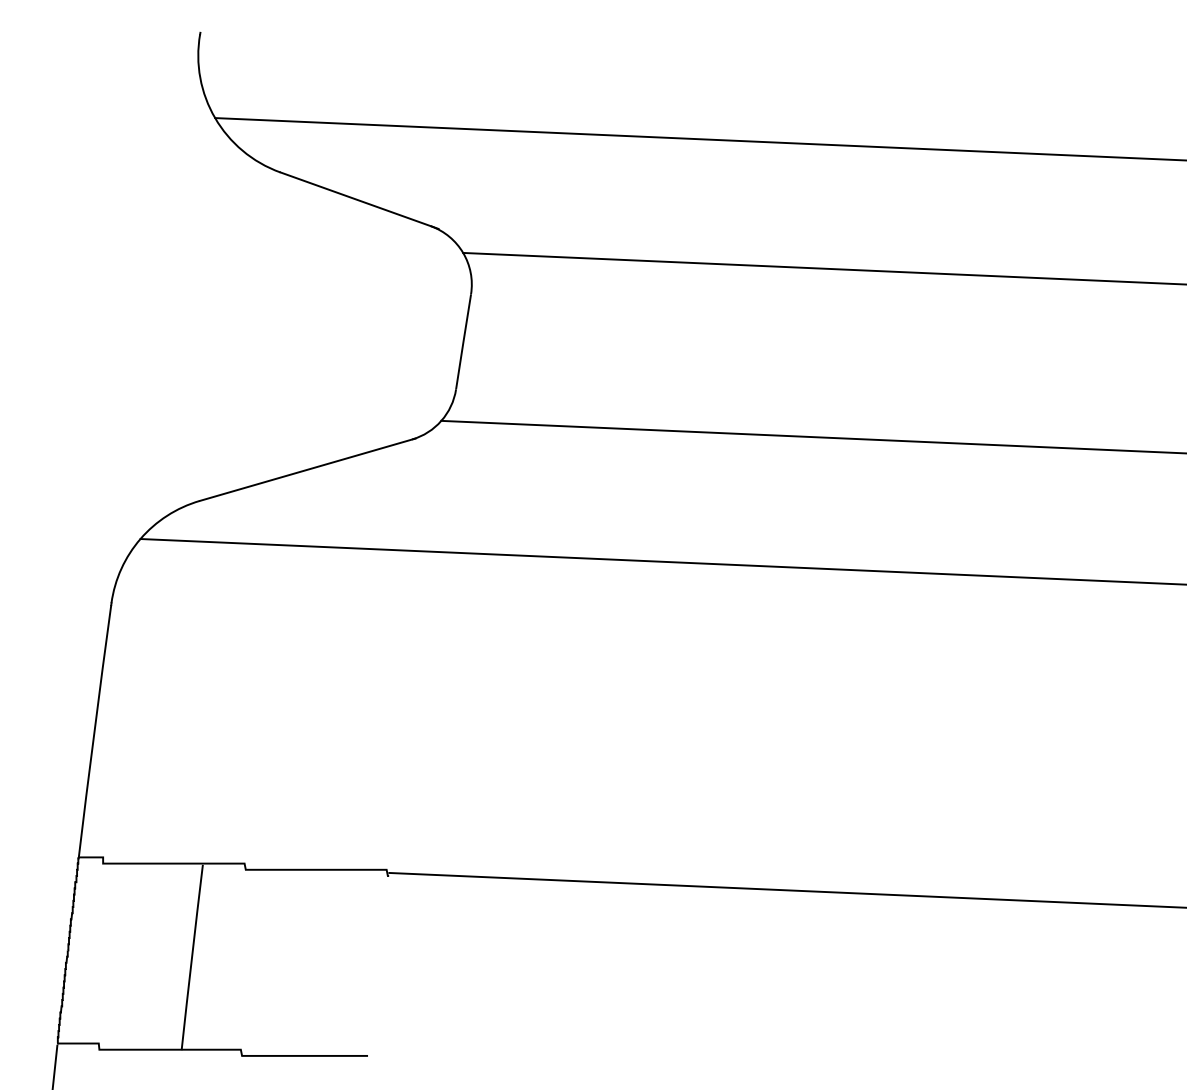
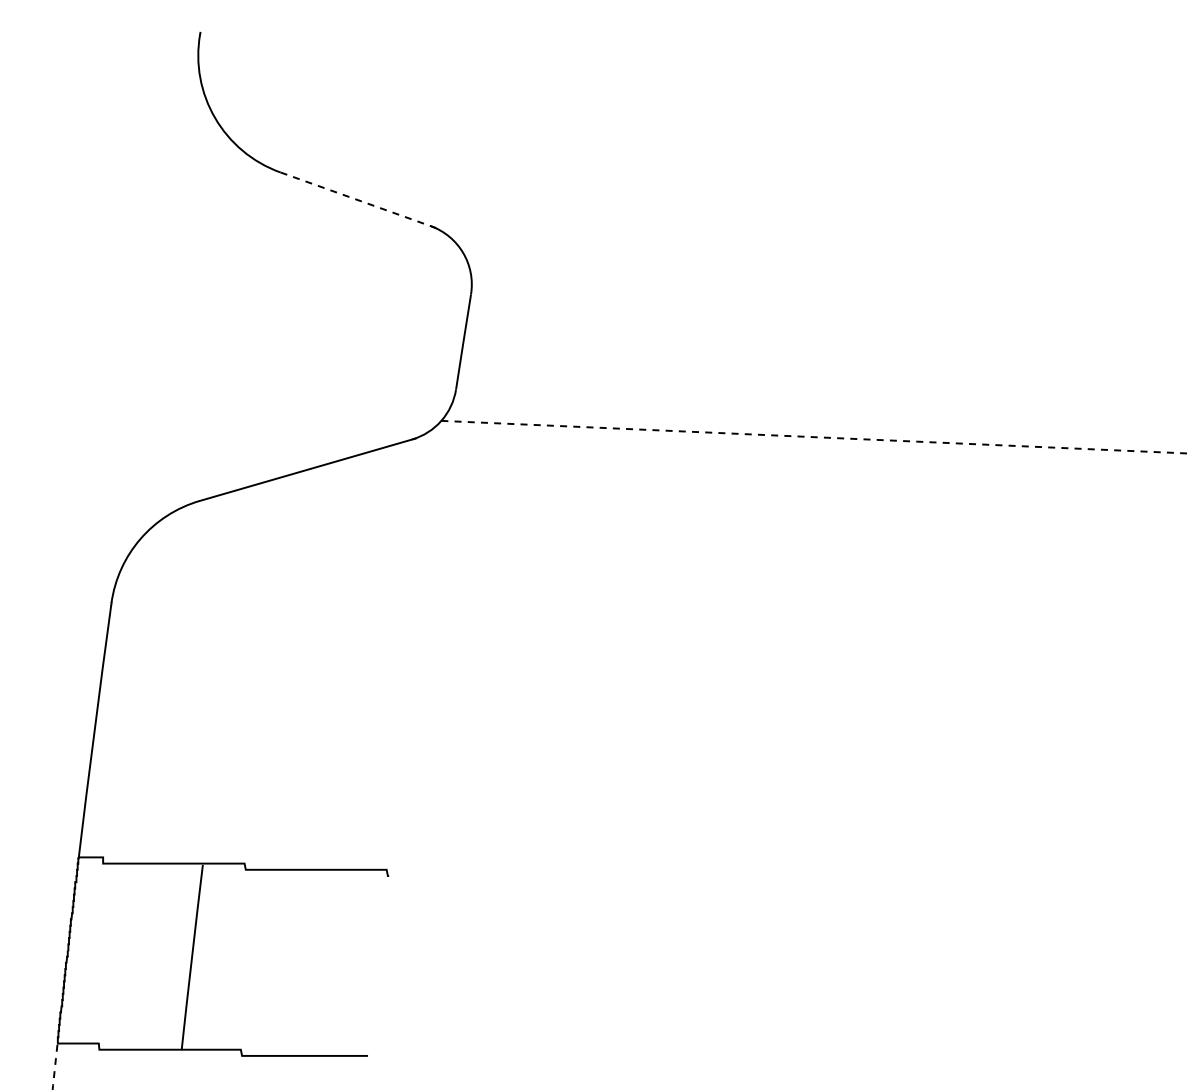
line at (699, 139): present -> none
line at (359, 200): solid -> dashed
line at (823, 268): present -> none
line at (813, 437): solid -> dashed
line at (661, 561): present -> none
line at (786, 889): present -> none
arc at (55, 1067): solid -> dashed
